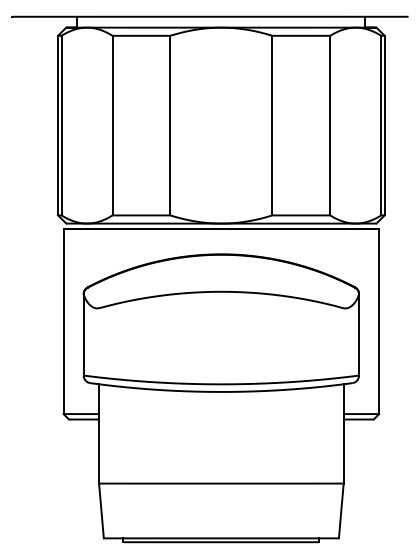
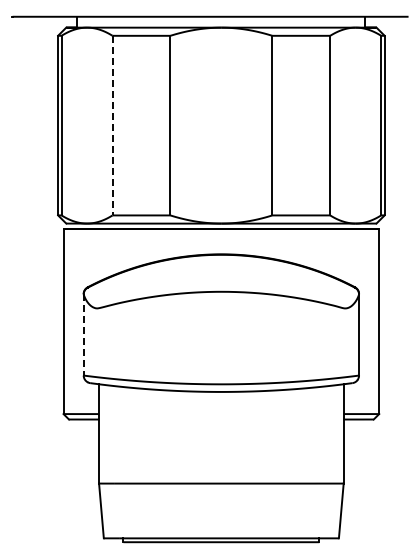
line at (112, 125): solid -> dashed
line at (83, 335): solid -> dashed
